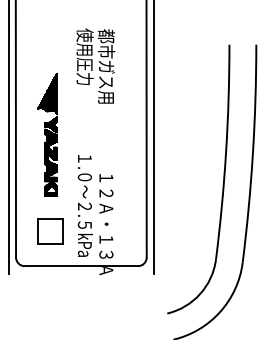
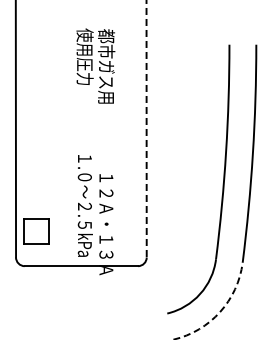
line at (146, 129): solid -> dashed
part at (47, 134): present -> none
line at (8, 138): present -> none
line at (153, 138): present -> none
part at (50, 231) position: (50, 231) -> (36, 231)
arc at (220, 312): solid -> dashed
